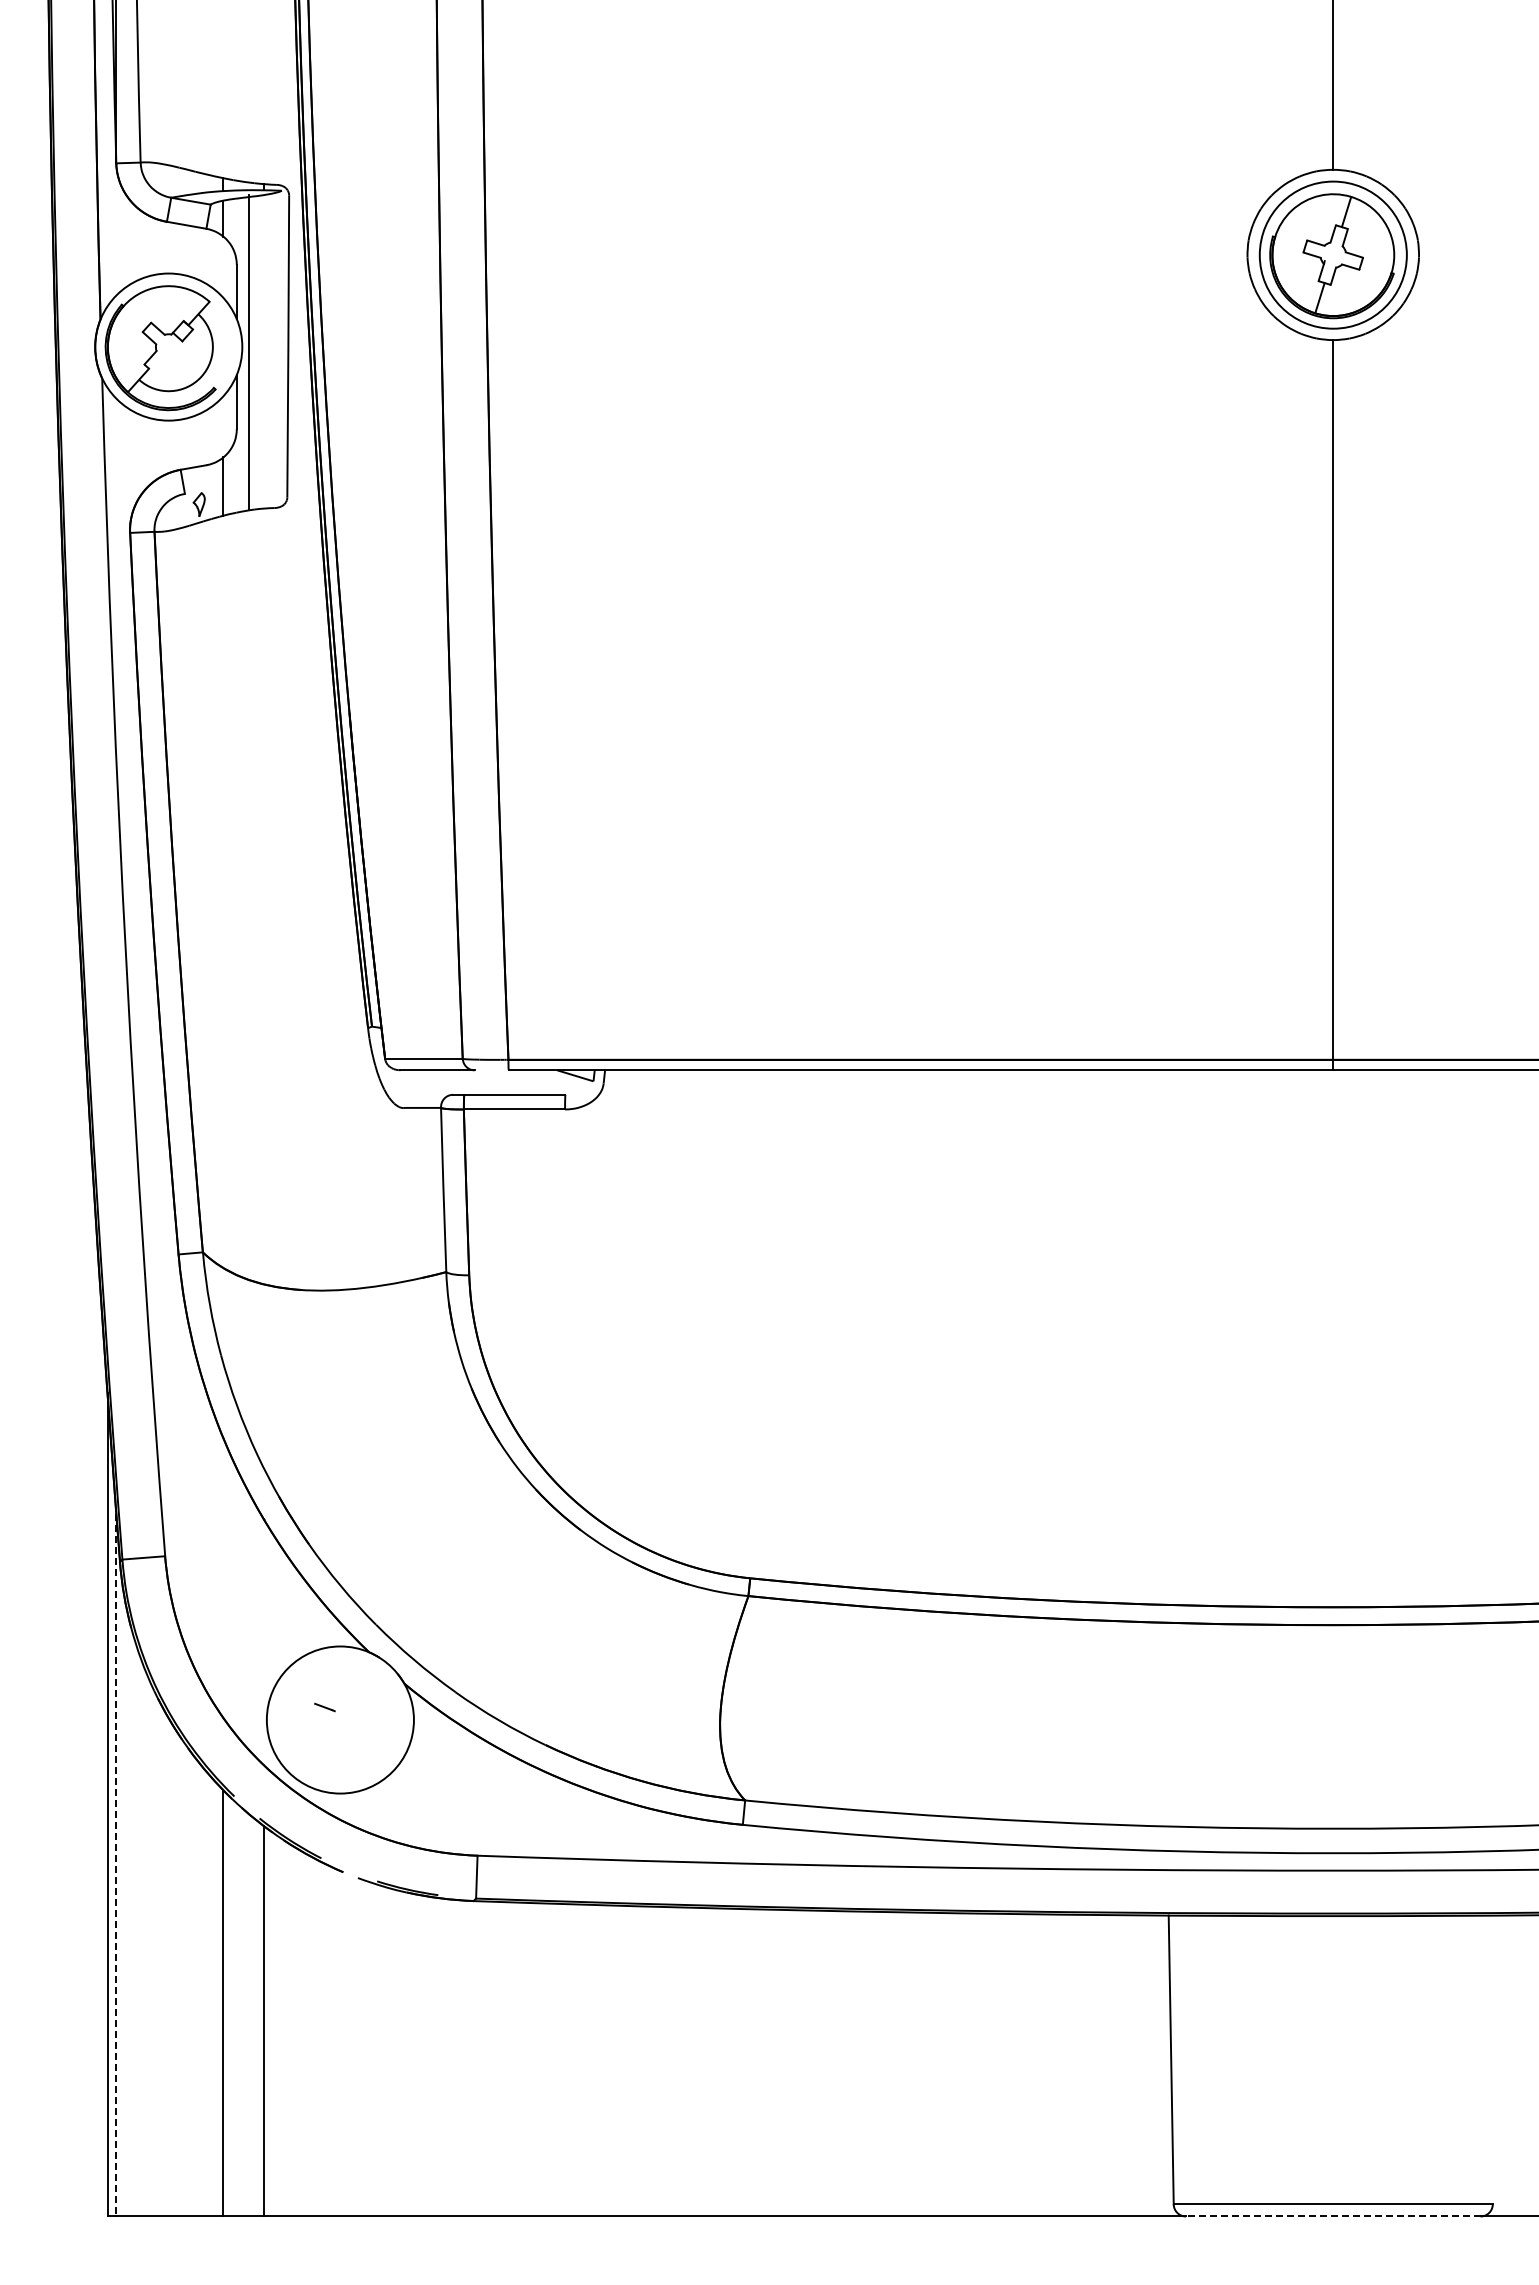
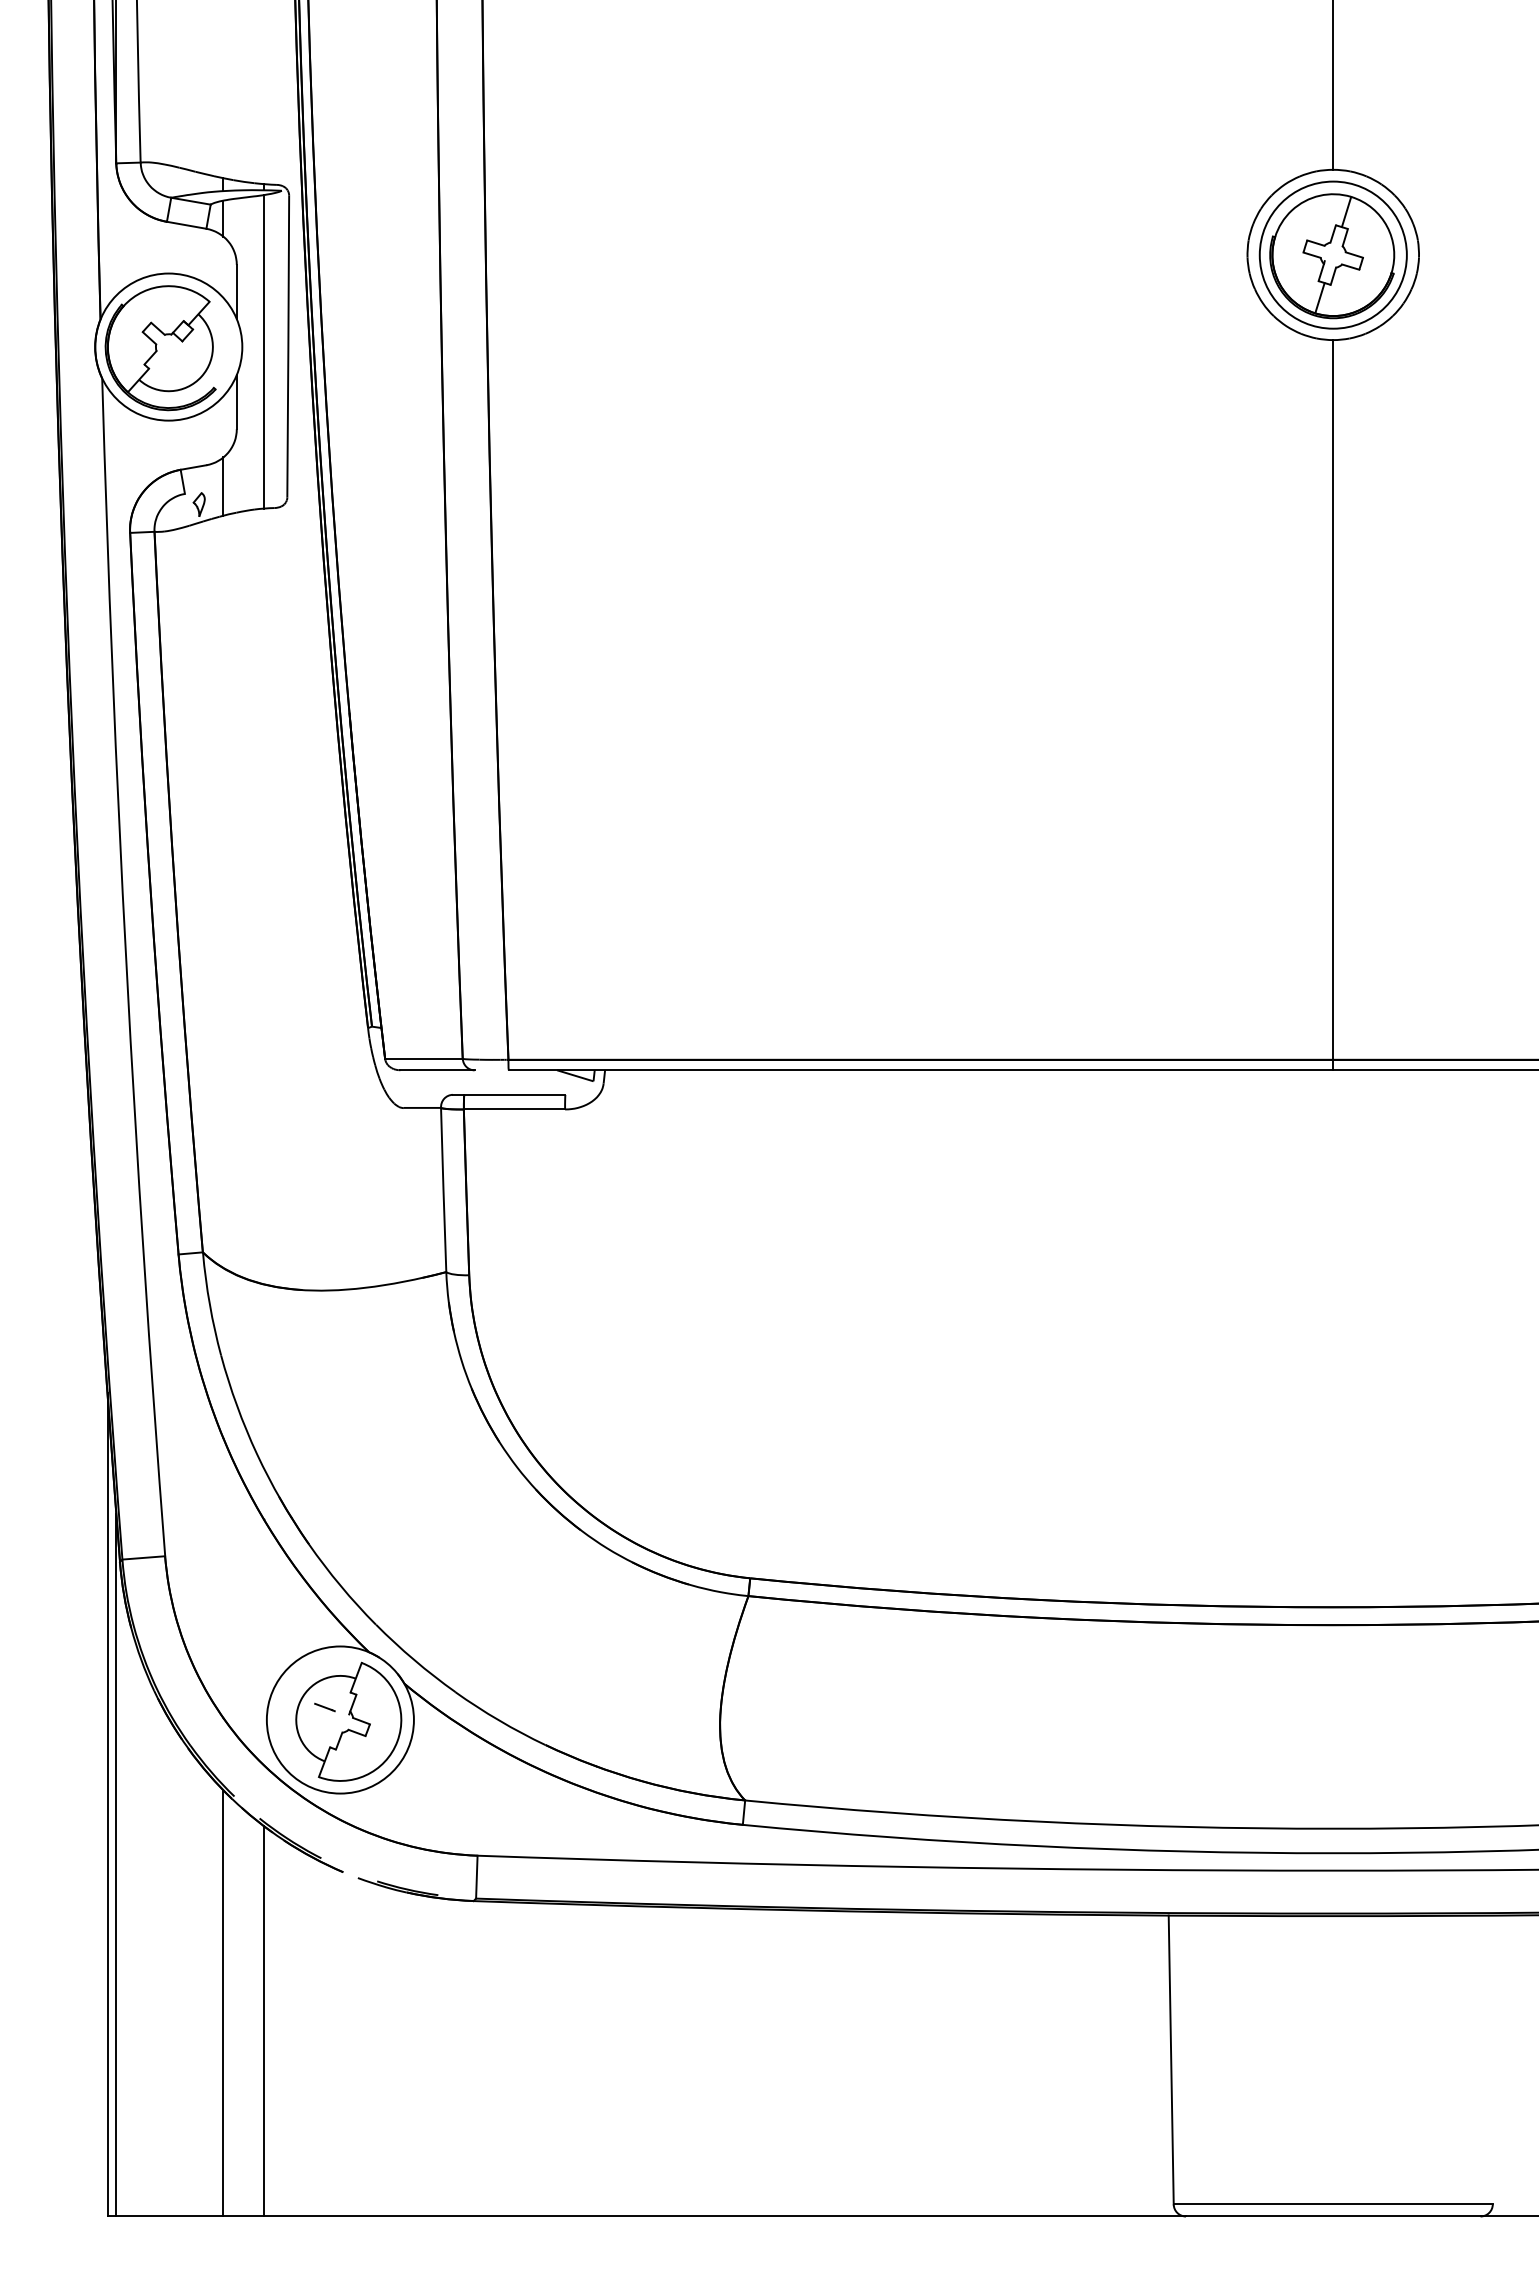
line at (248, 351) position: (248, 351) -> (263, 351)
part at (348, 1721): none -> present
line at (116, 1865): dashed -> solid
line at (1332, 2216): dashed -> solid
